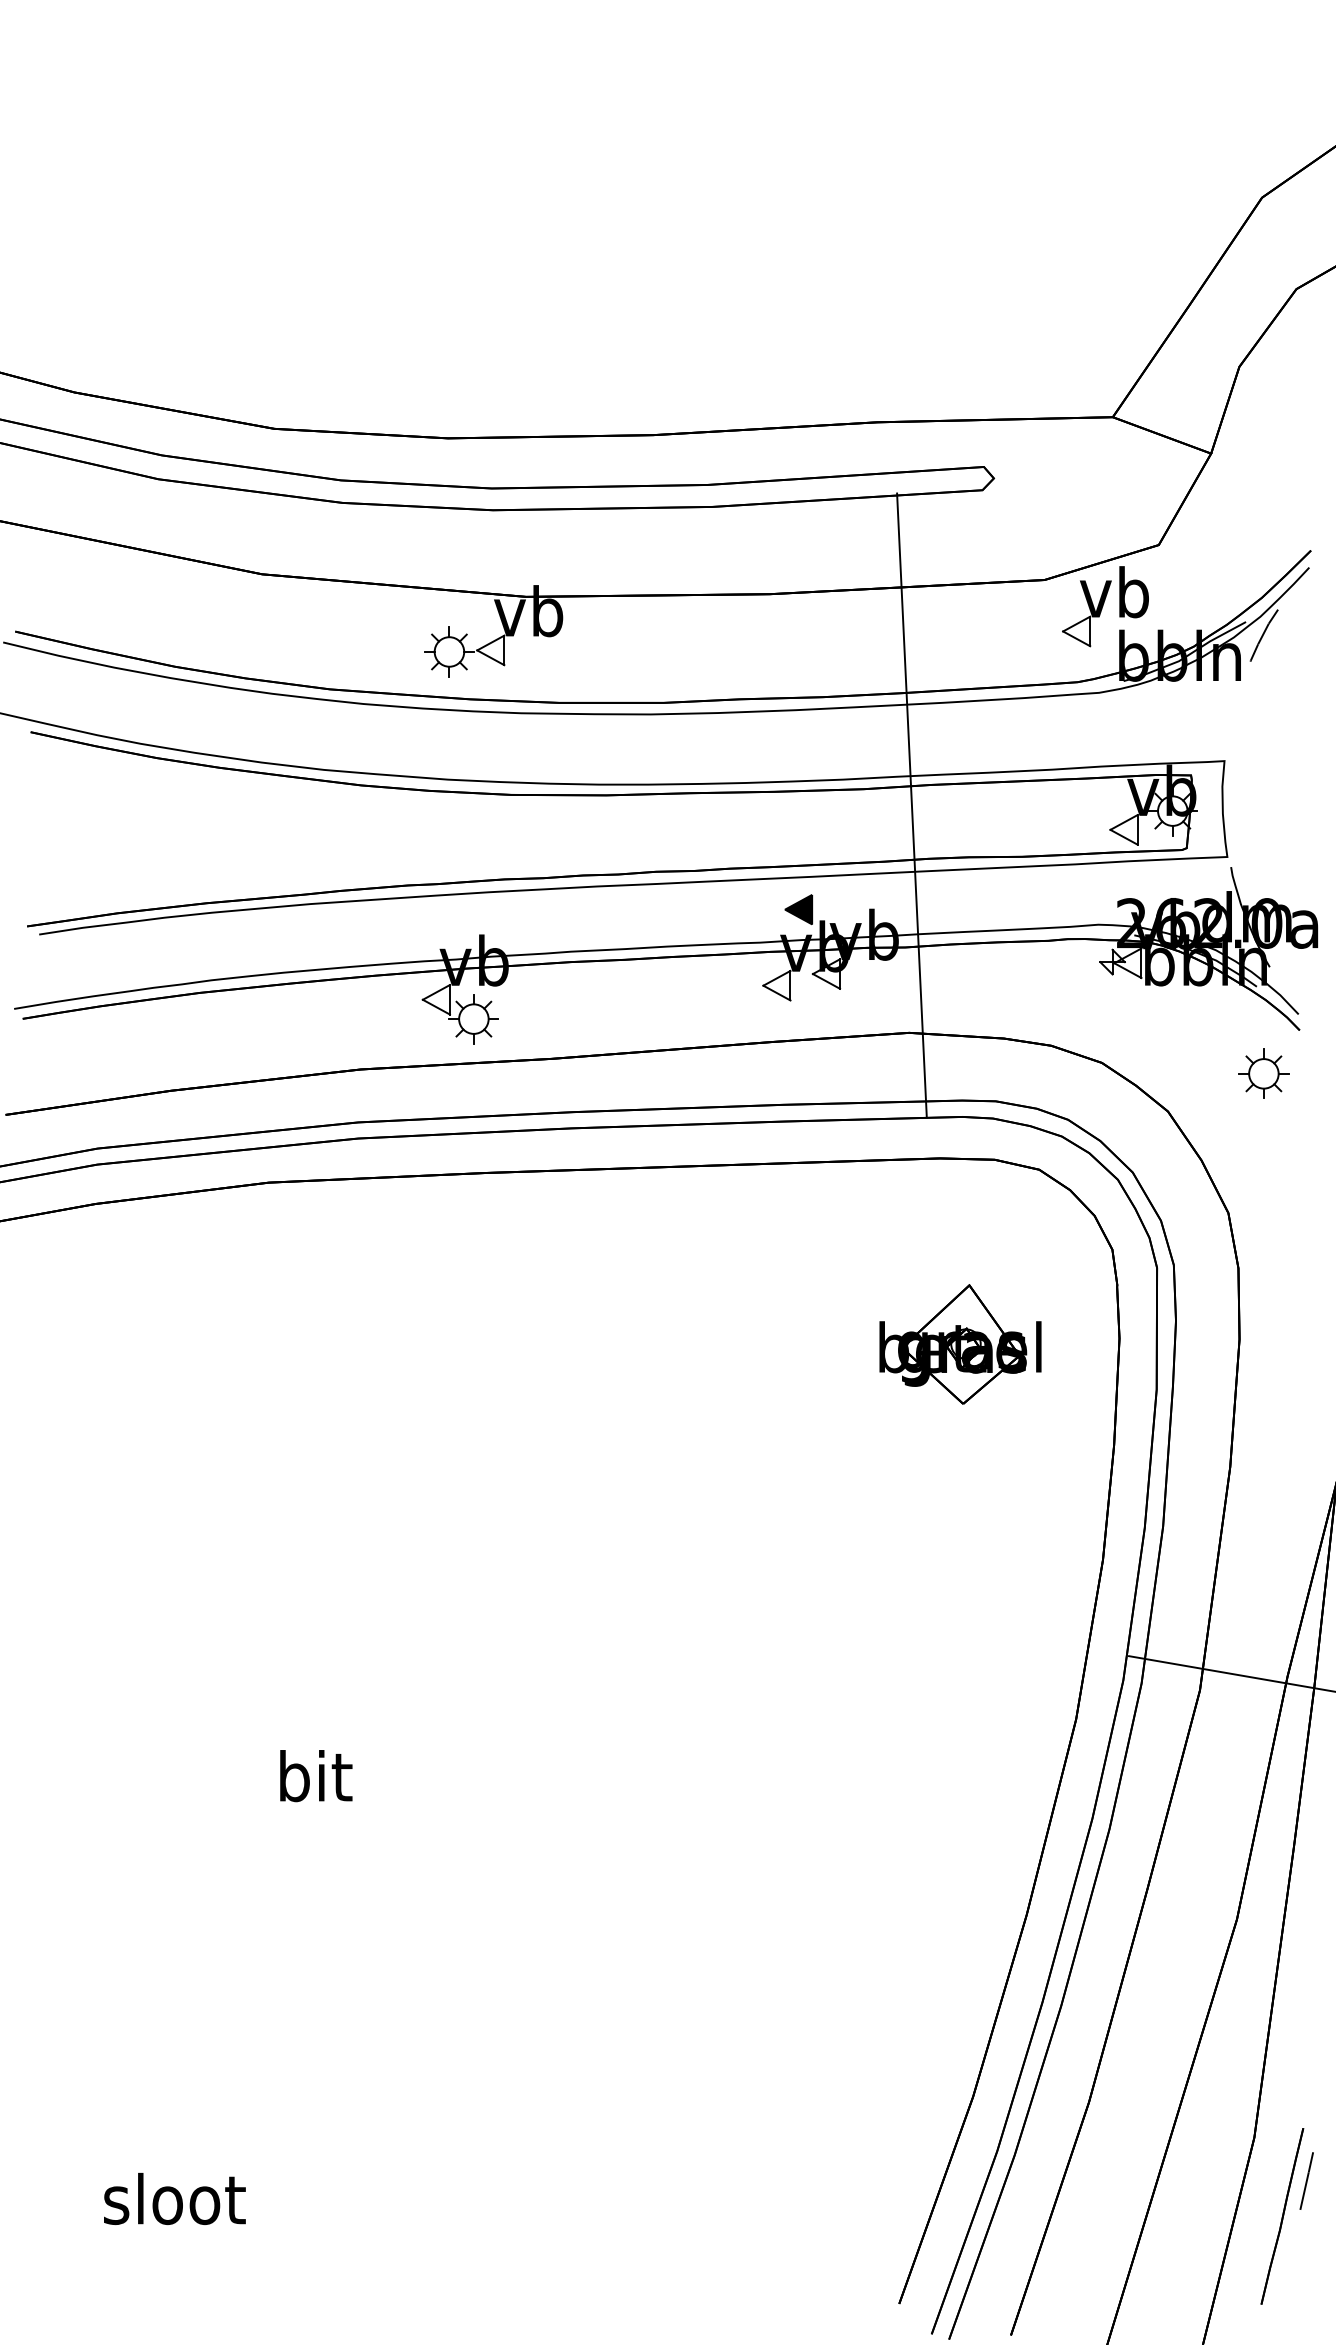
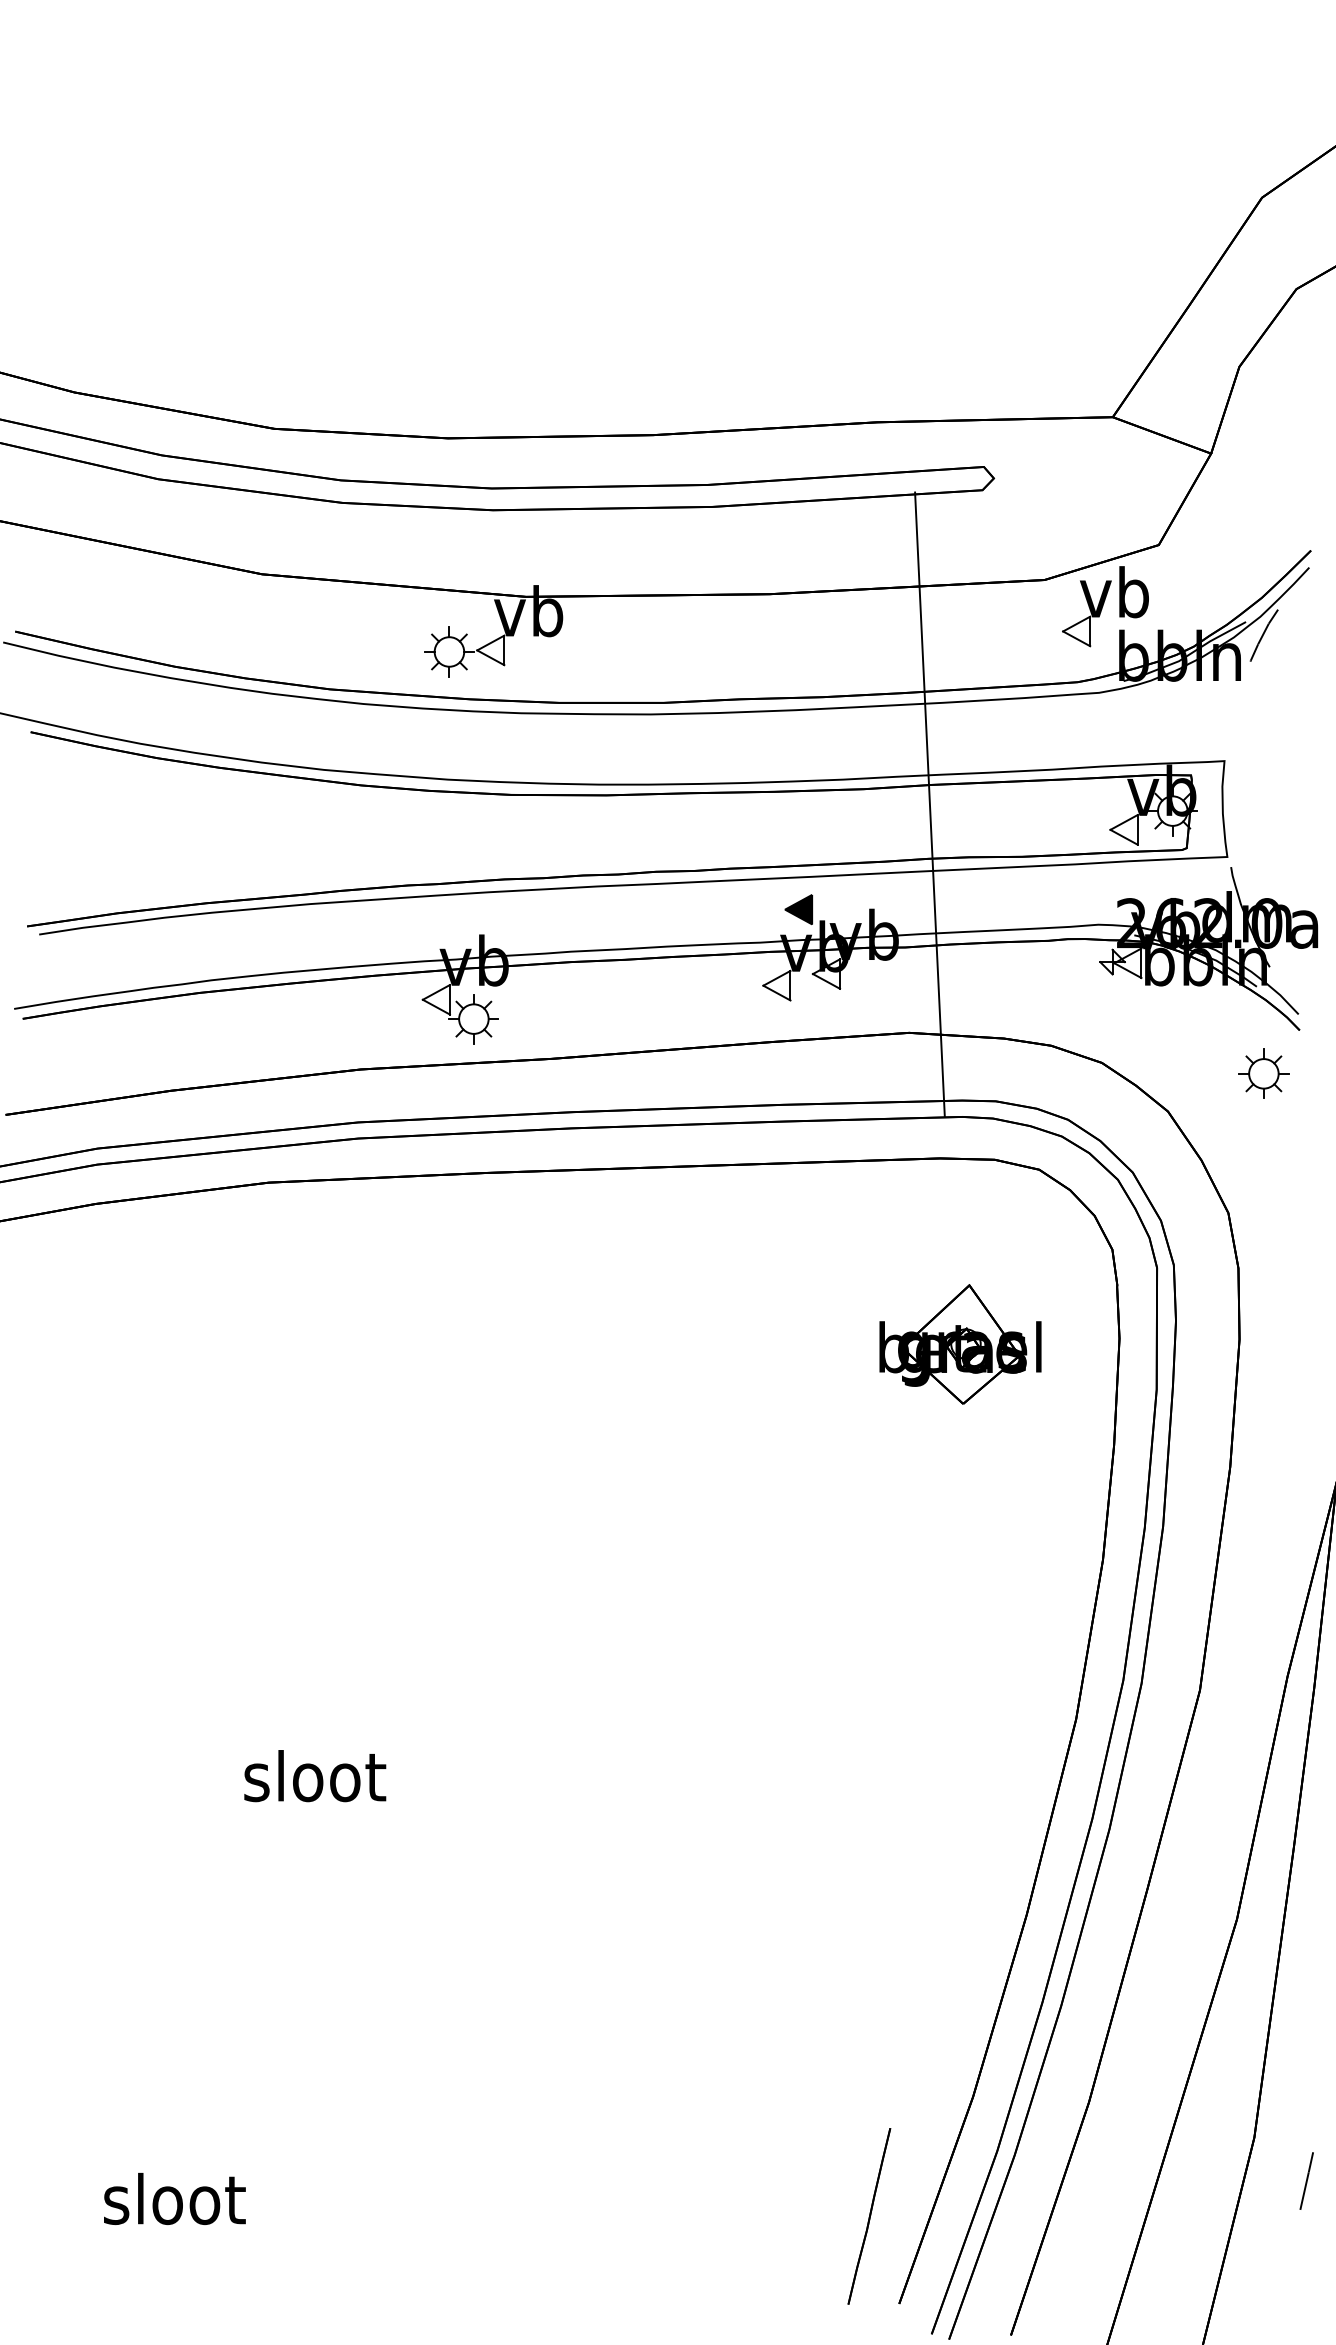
line at (911, 805) position: (911, 805) -> (929, 804)
line at (1230, 1673): present -> none
text at (315, 1776): bit -> sloot
line at (1282, 2216) position: (1282, 2216) -> (869, 2216)
